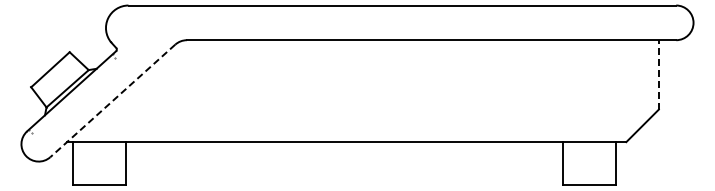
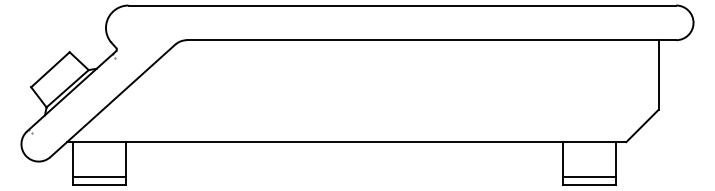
line at (658, 74): dashed -> solid
line at (112, 101): dashed -> solid
line at (99, 176): none -> present
line at (589, 176): none -> present
